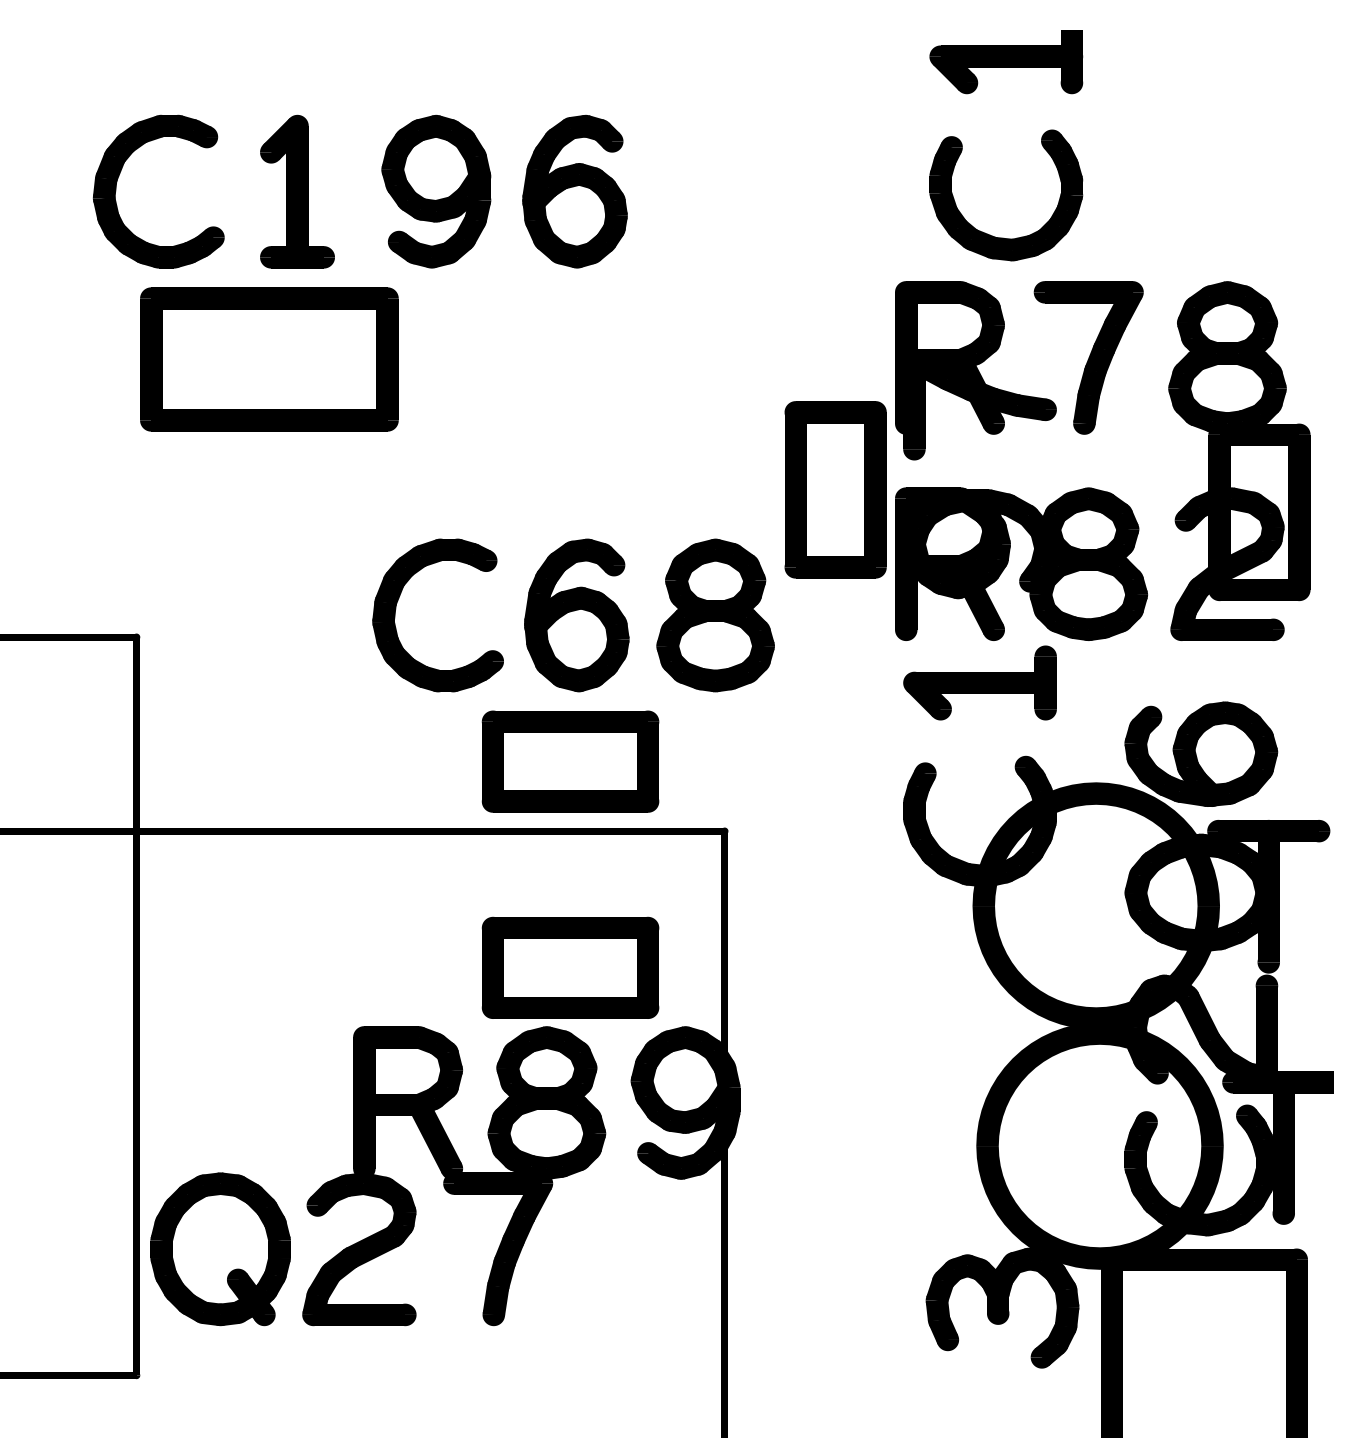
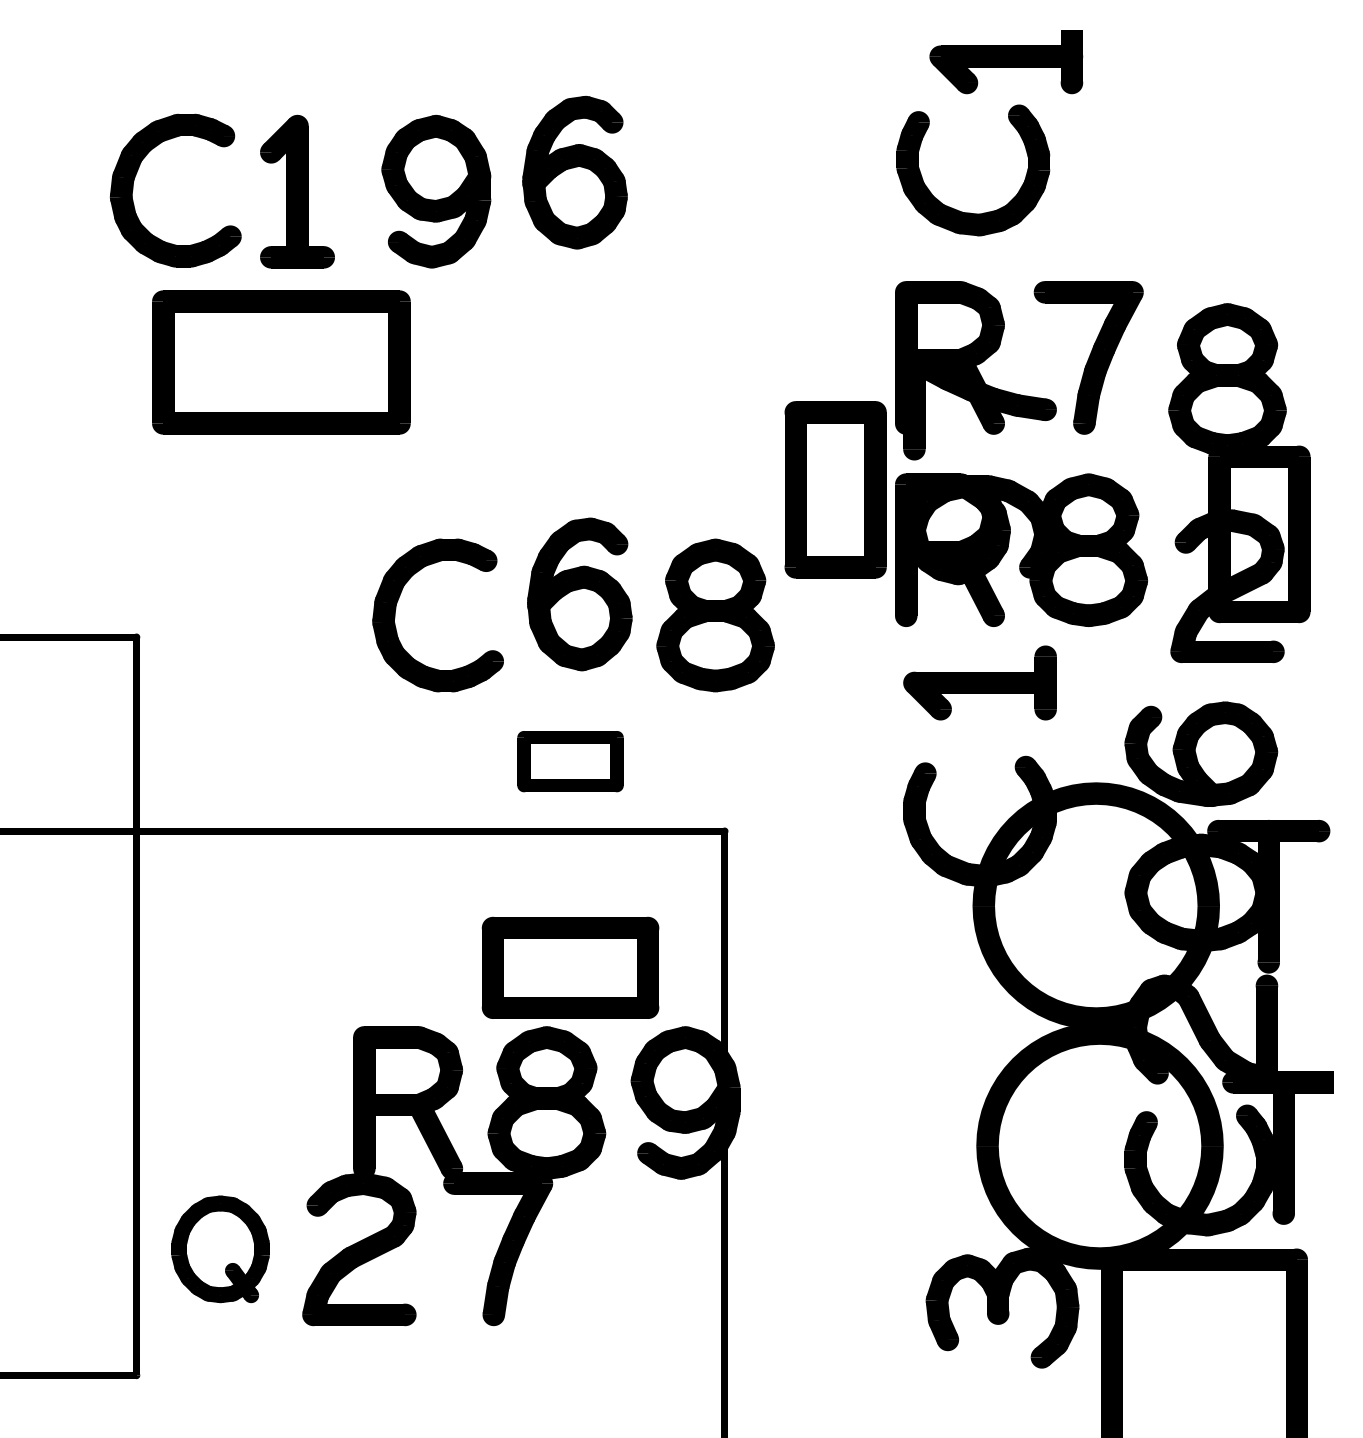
part at (119, 176) position: (119, 176) -> (136, 175)
part at (574, 191) position: (574, 191) -> (574, 172)
part at (1003, 237) position: (1003, 237) -> (970, 212)
part at (269, 359) position: (269, 359) -> (281, 362)
part at (1239, 460) position: (1239, 460) -> (1239, 482)
part at (1026, 567) position: (1026, 567) -> (1026, 553)
part at (576, 615) position: (576, 615) -> (579, 594)
part at (570, 761) size: 179x103 px -> 107x62 px
part at (220, 1249) size: 141x155 px -> 99x109 px
